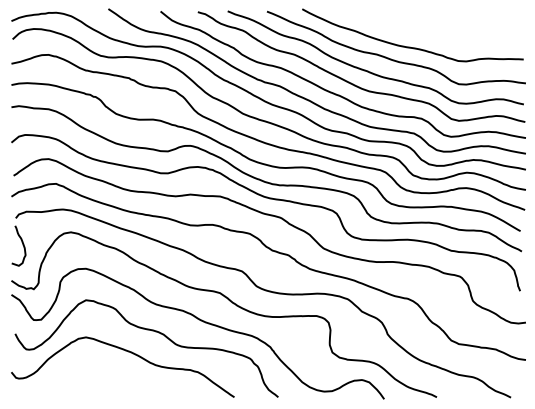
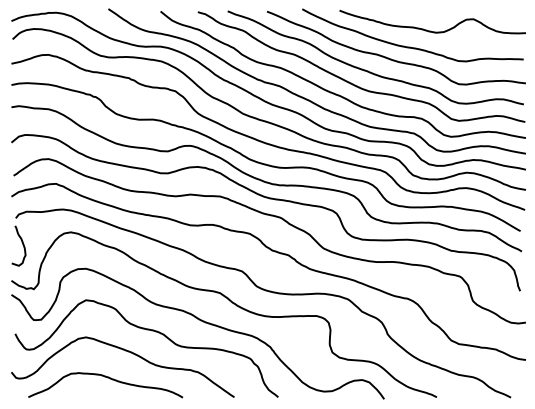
curve at (430, 30): none -> present
curve at (107, 378): none -> present
